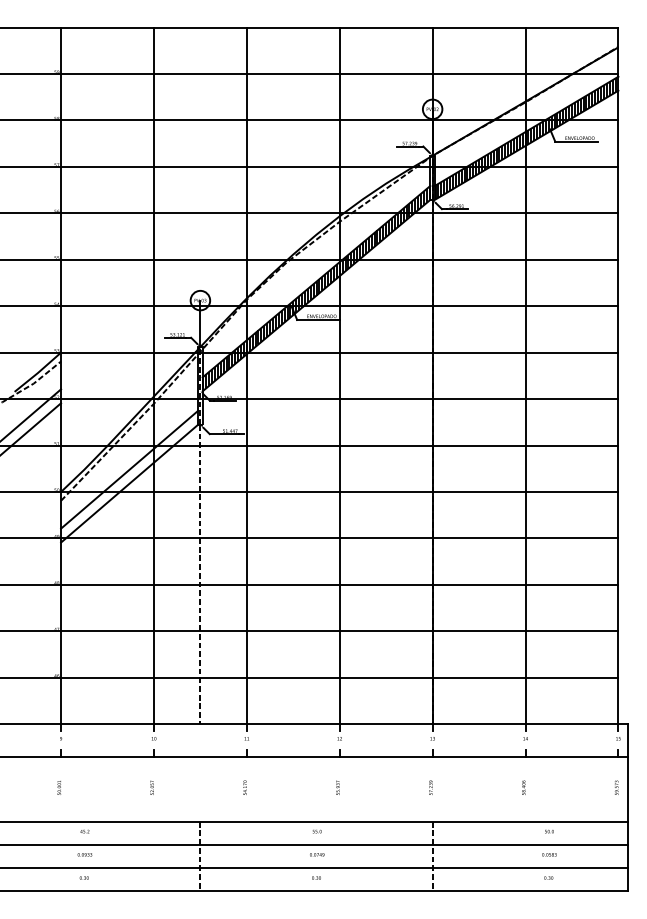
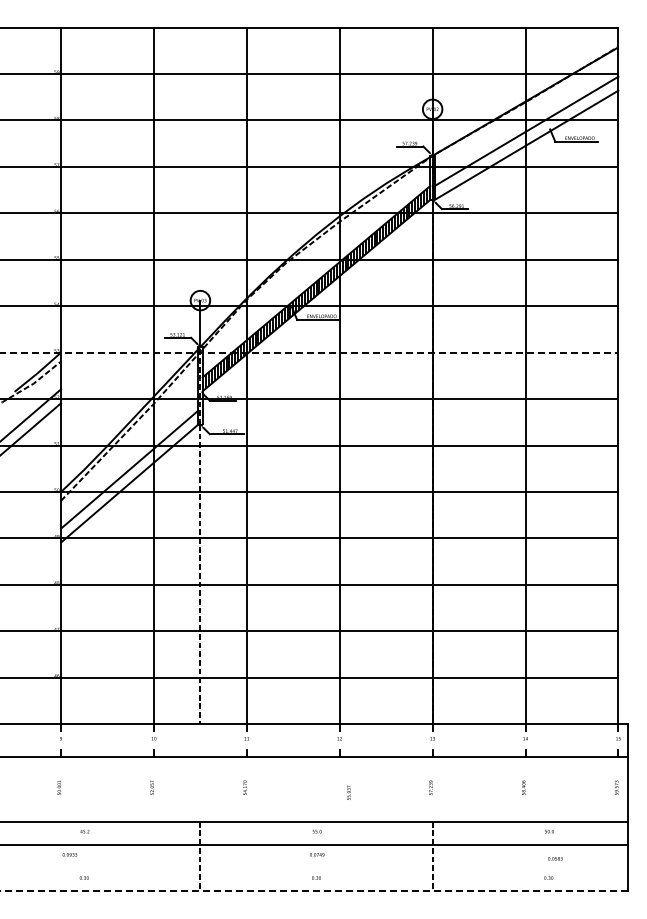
hatch at (525, 138): present -> none
line at (309, 352): solid -> dashed
text at (337, 787) position: (337, 787) -> (348, 792)
text at (84, 854) position: (84, 854) -> (69, 854)
text at (549, 854) position: (549, 854) -> (555, 858)
line at (314, 868): present -> none
line at (314, 891): solid -> dashed
